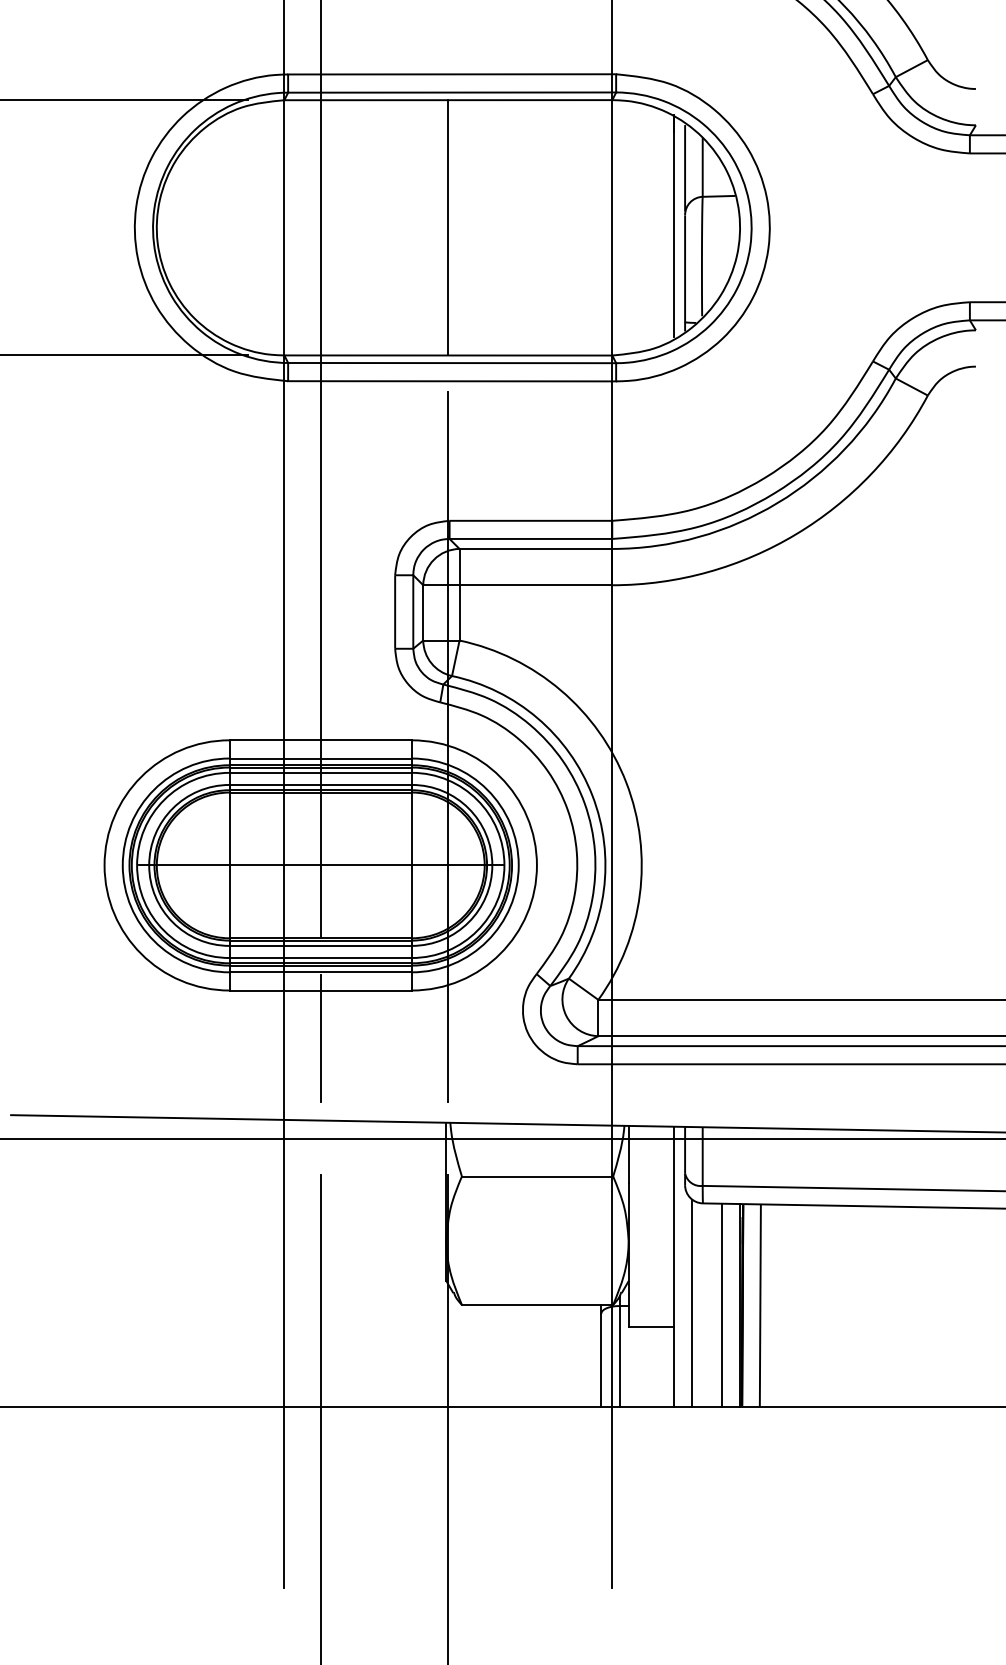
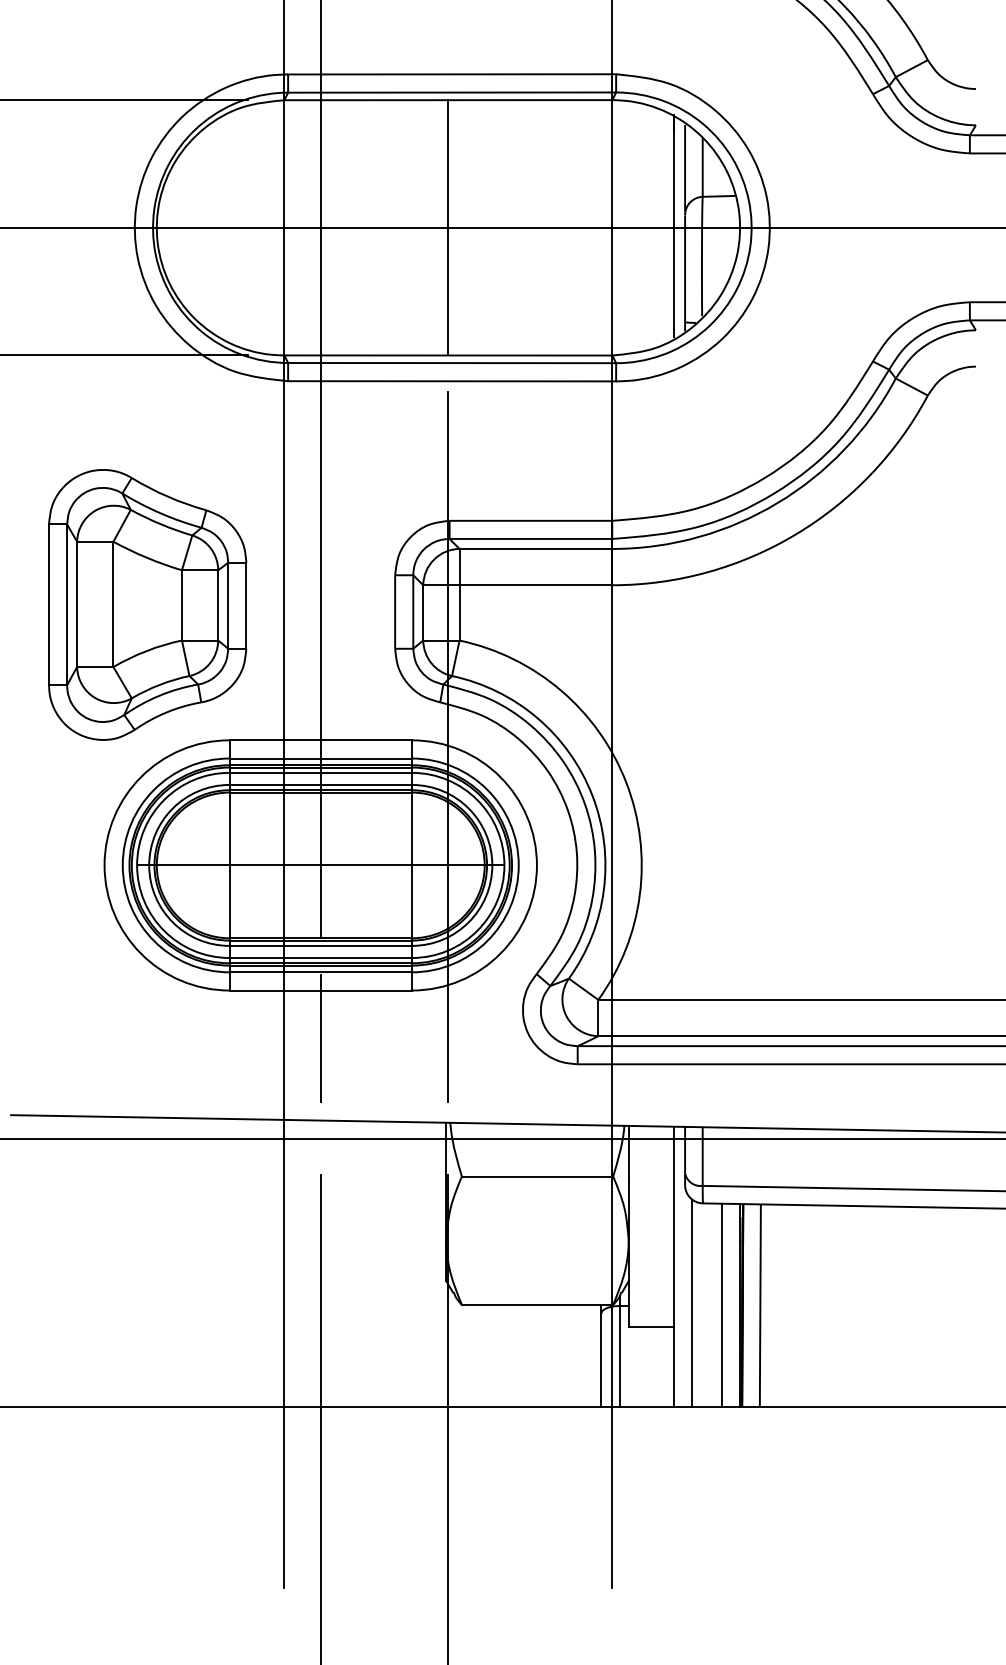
line at (502, 227): none -> present
part at (147, 604): none -> present
